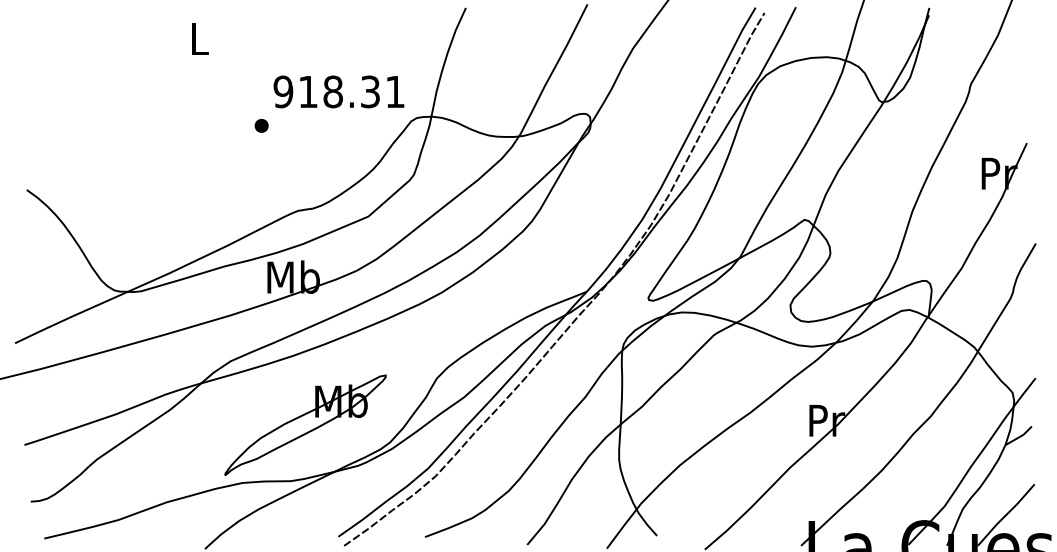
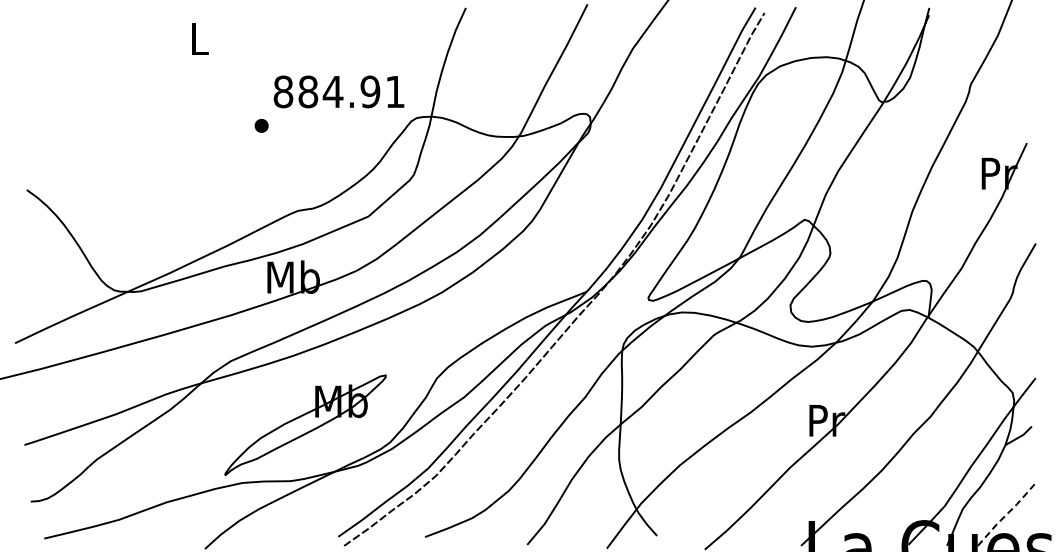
text at (326, 91): 918.31 -> 884.91
line at (1006, 514): solid -> dashed
